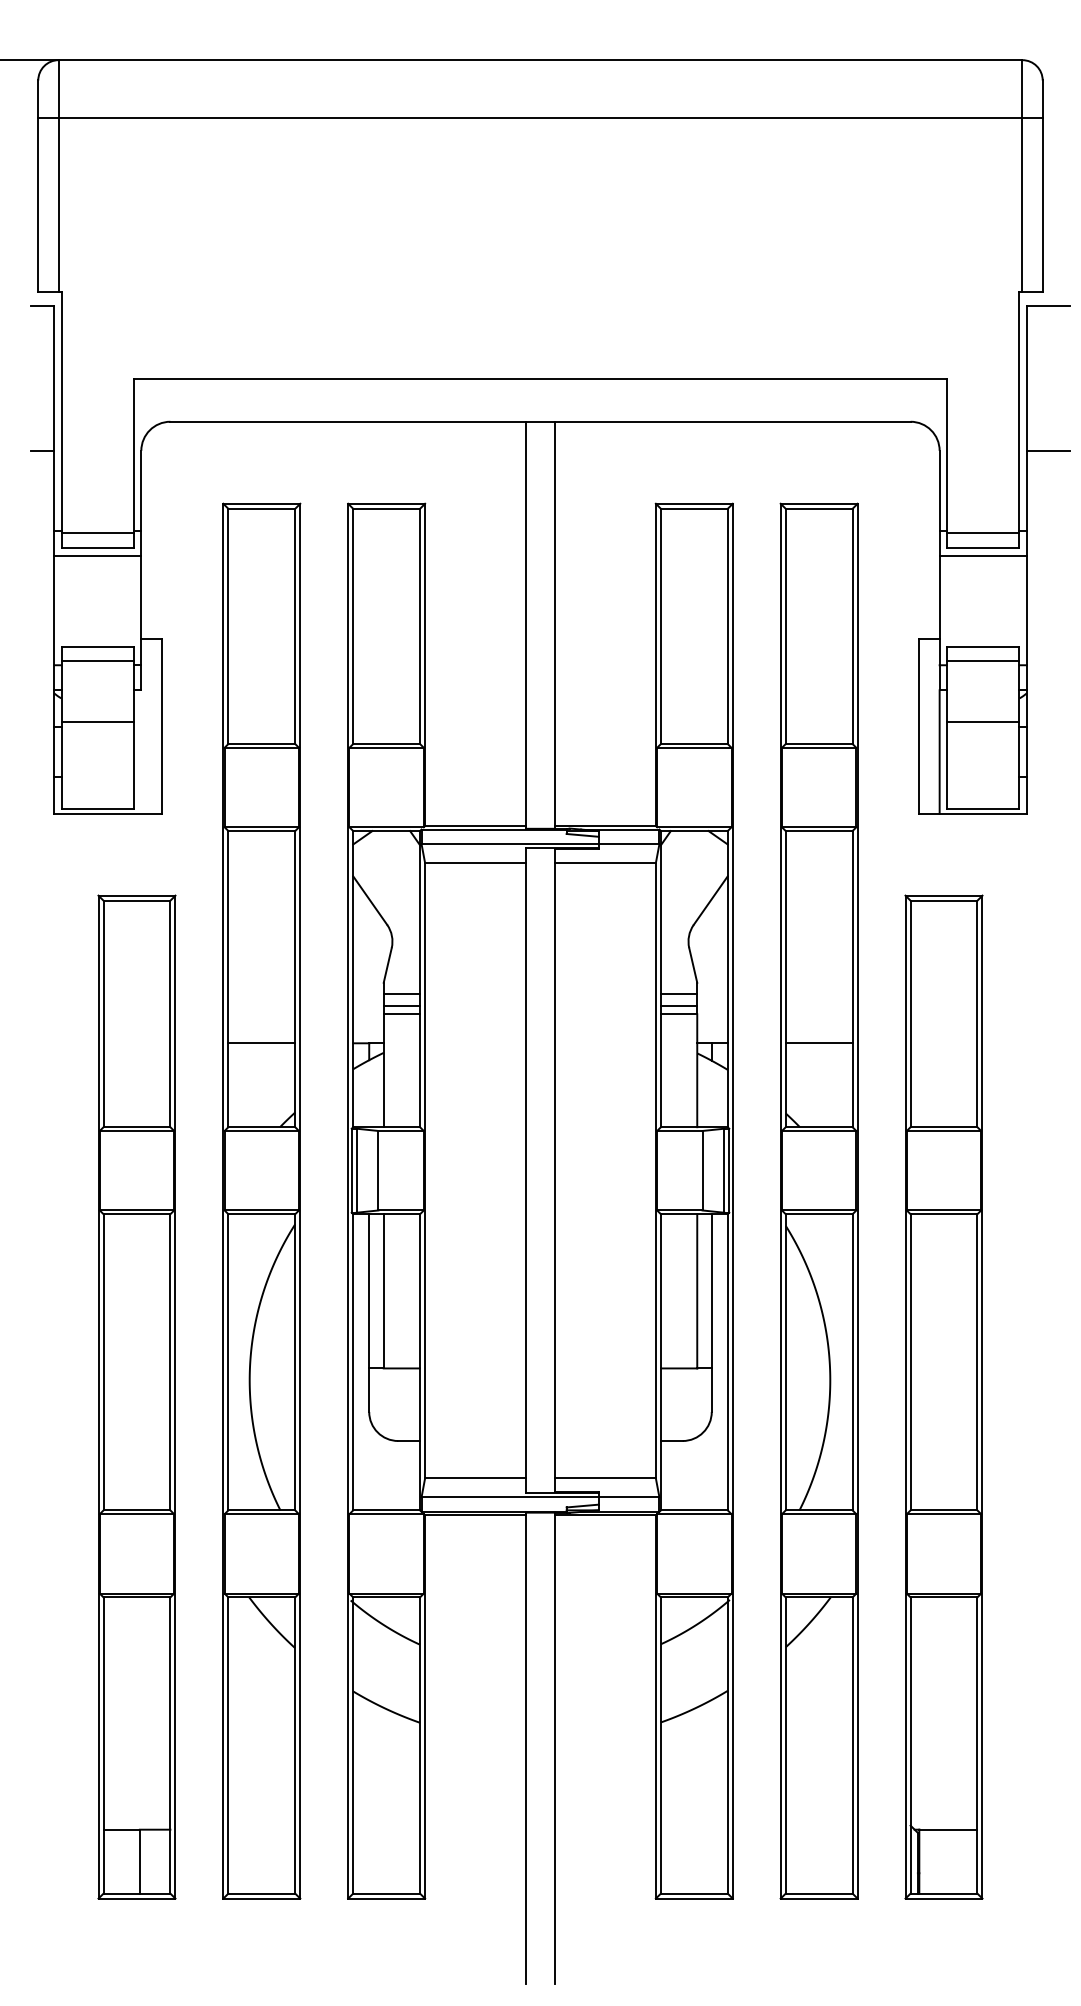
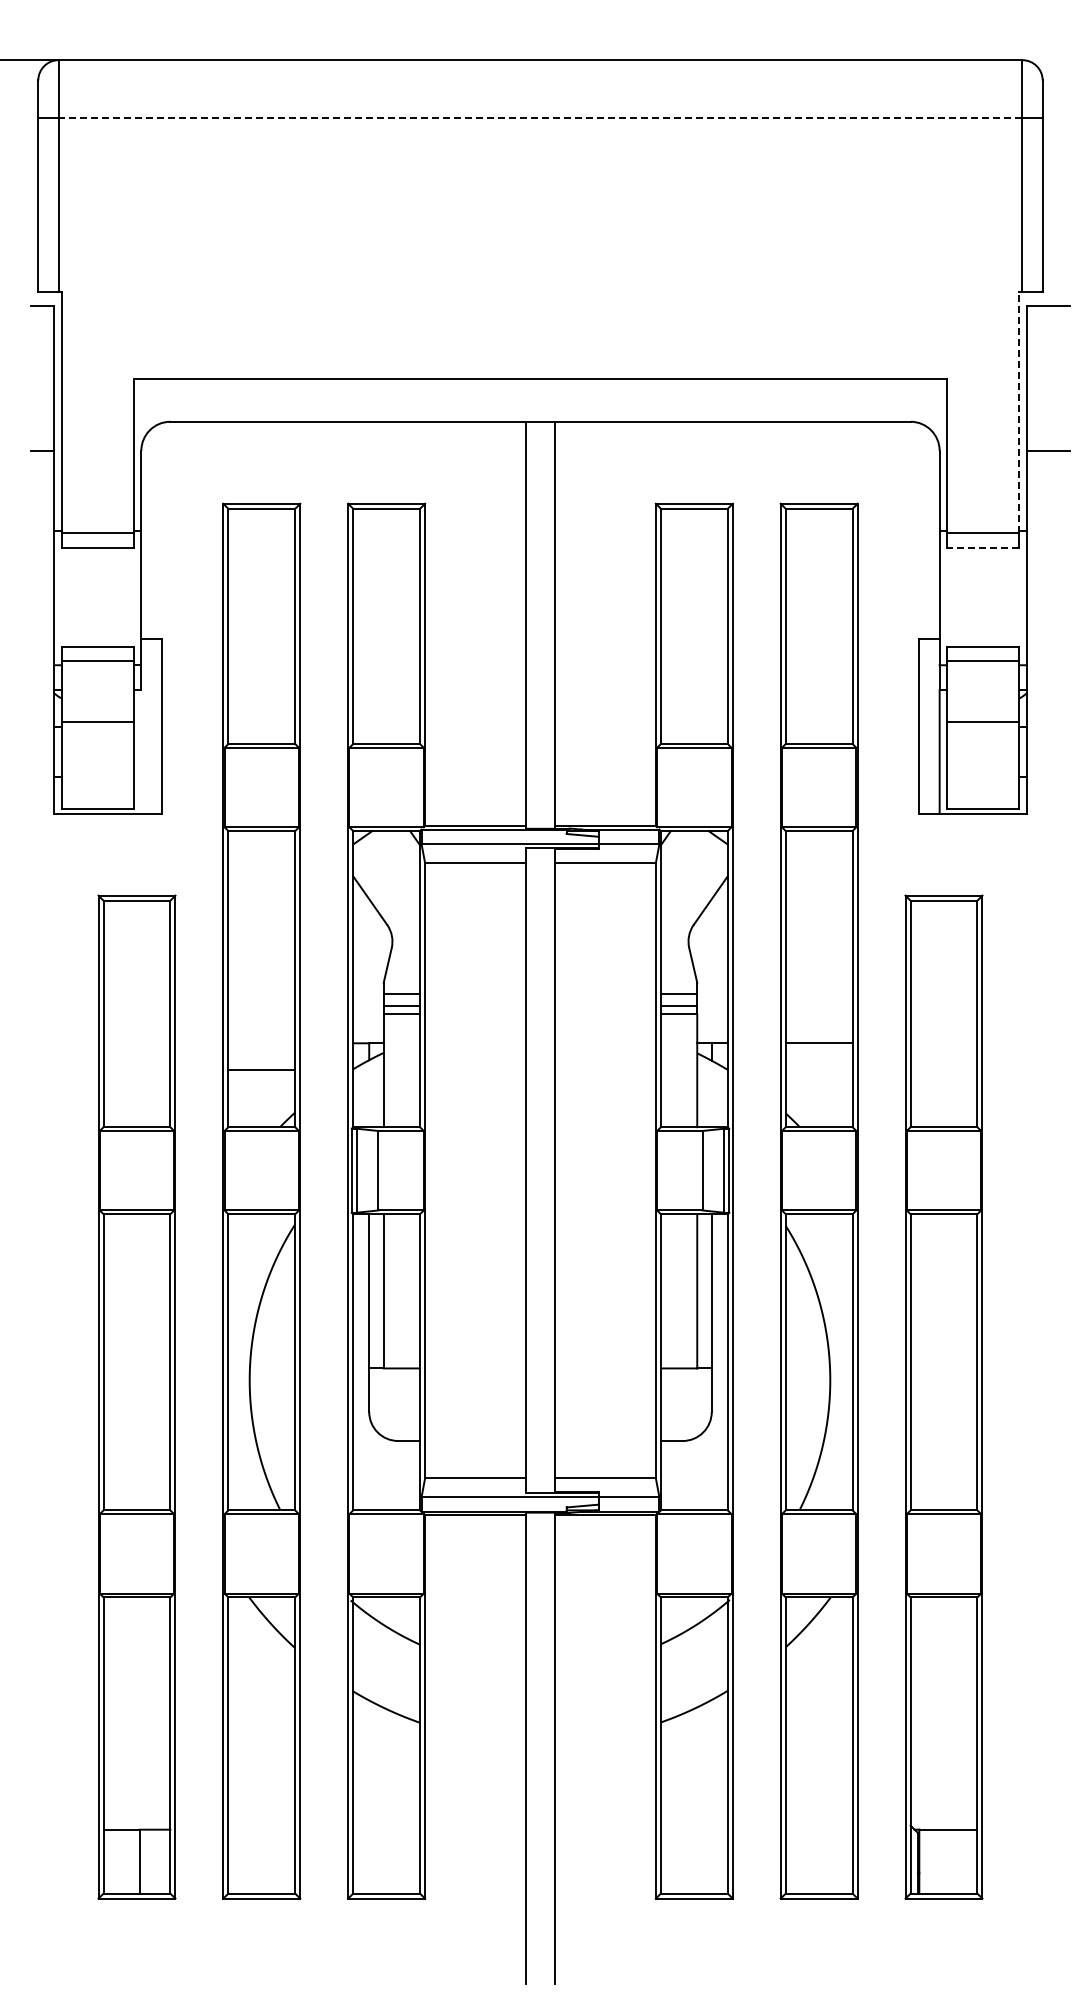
line at (540, 118): solid -> dashed
line at (1019, 412): solid -> dashed
line at (982, 547): solid -> dashed
line at (97, 555): present -> none
line at (982, 555): present -> none
line at (261, 1043) position: (261, 1043) -> (261, 1070)
